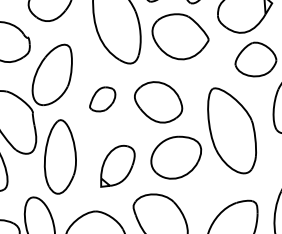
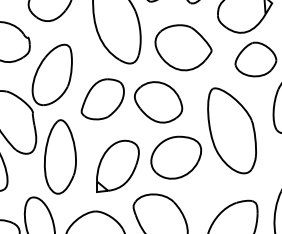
part at (180, 36) position: (180, 36) -> (183, 47)
part at (102, 99) size: 28x27 px -> 45x43 px
part at (117, 165) size: 36x44 px -> 44x54 px
